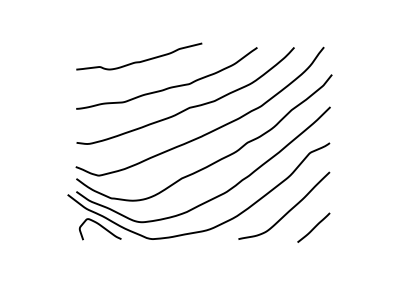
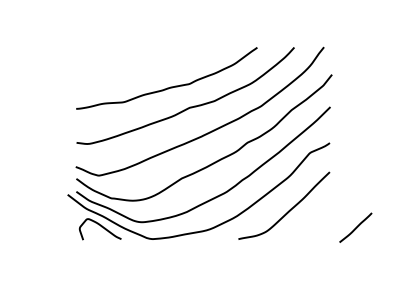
curve at (141, 60): present -> none
line at (313, 227) position: (313, 227) -> (355, 227)
